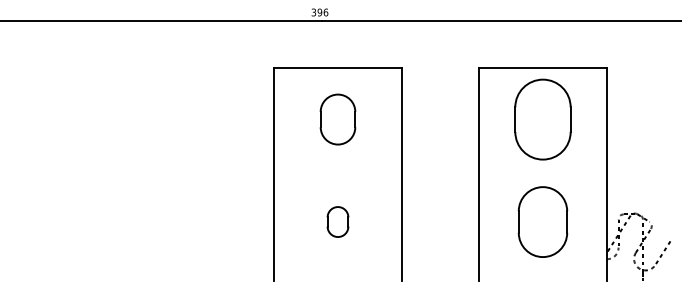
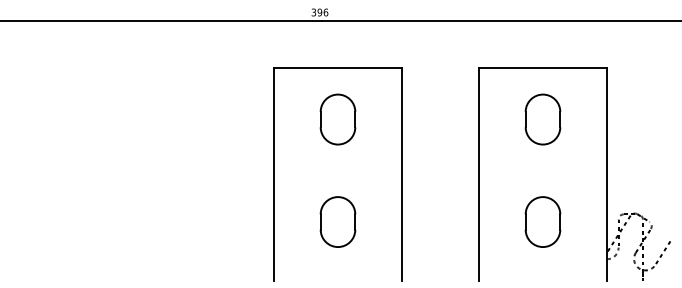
part at (542, 119) size: 58x83 px -> 38x53 px
part at (337, 221) size: 24x32 px -> 38x52 px
part at (542, 221) size: 52x72 px -> 38x52 px
